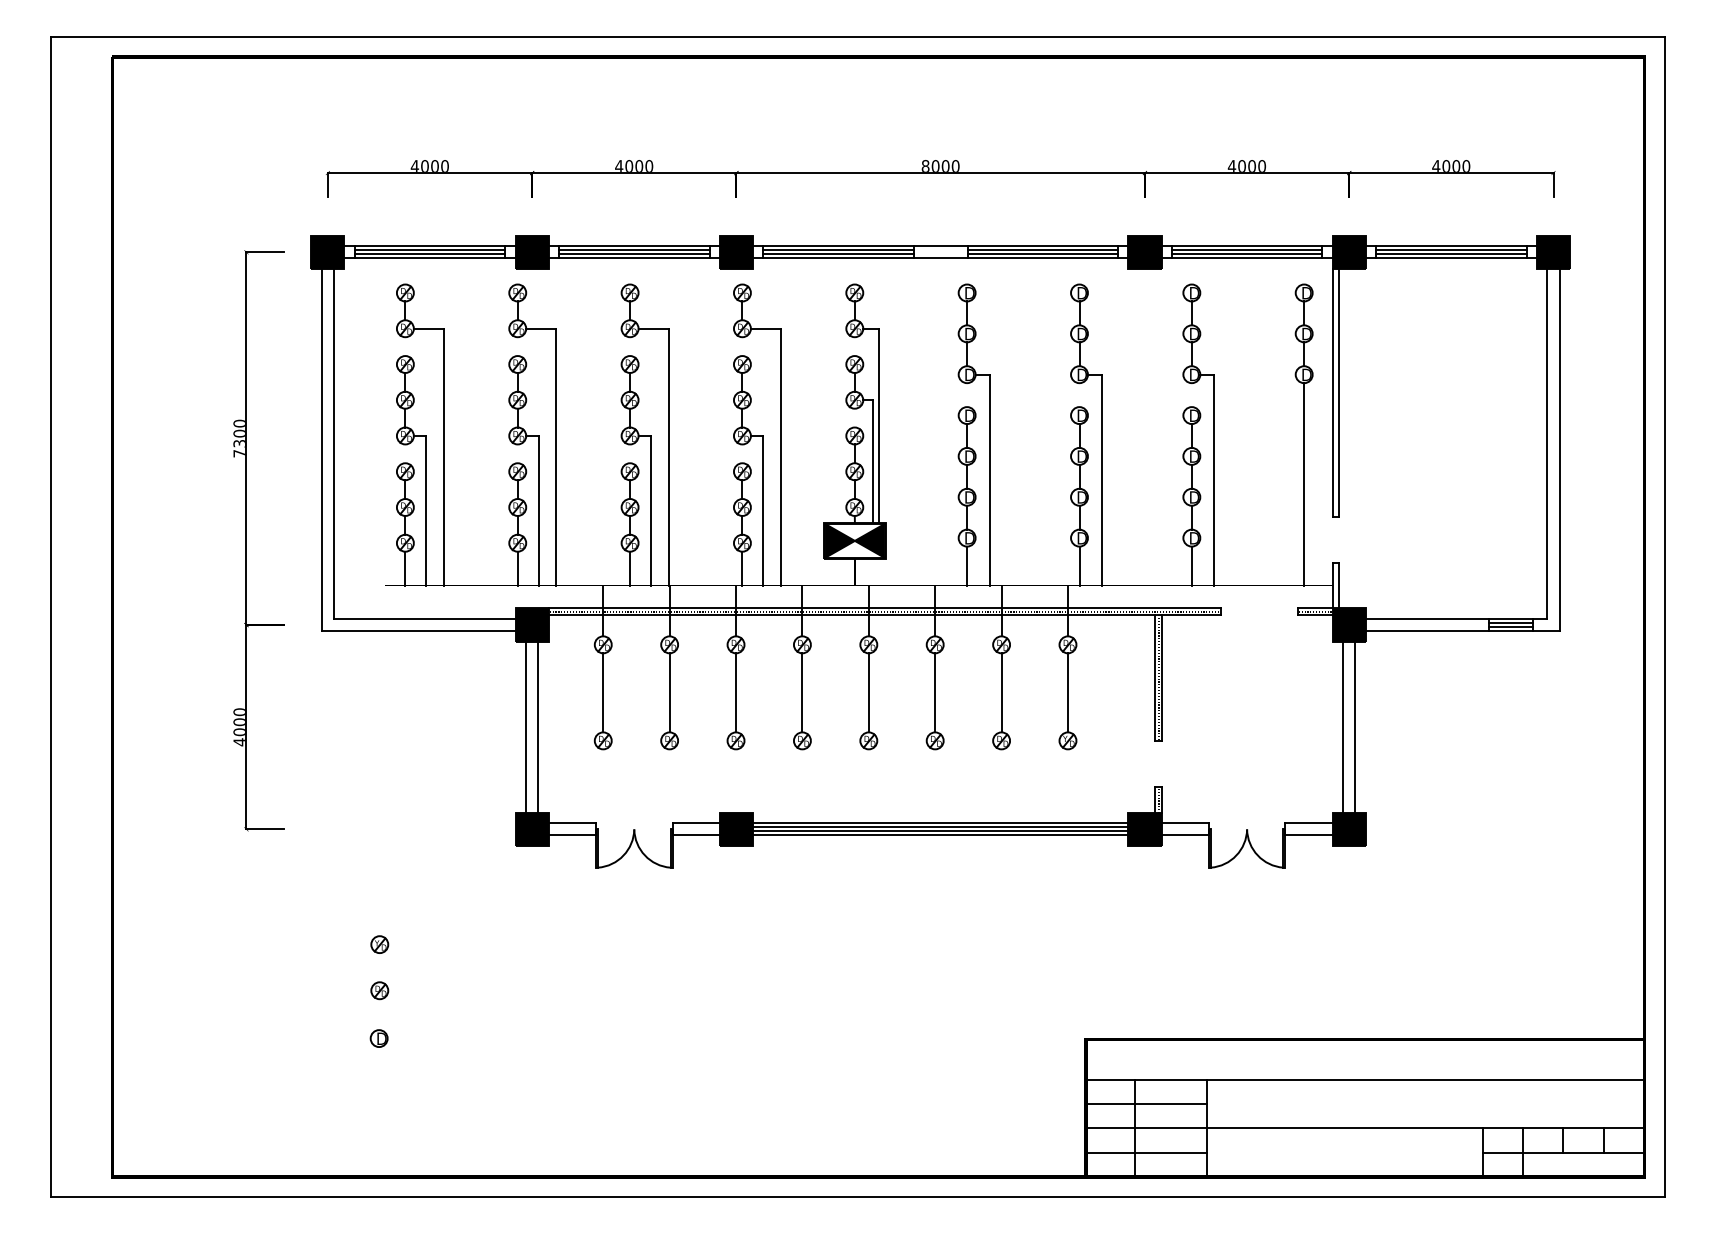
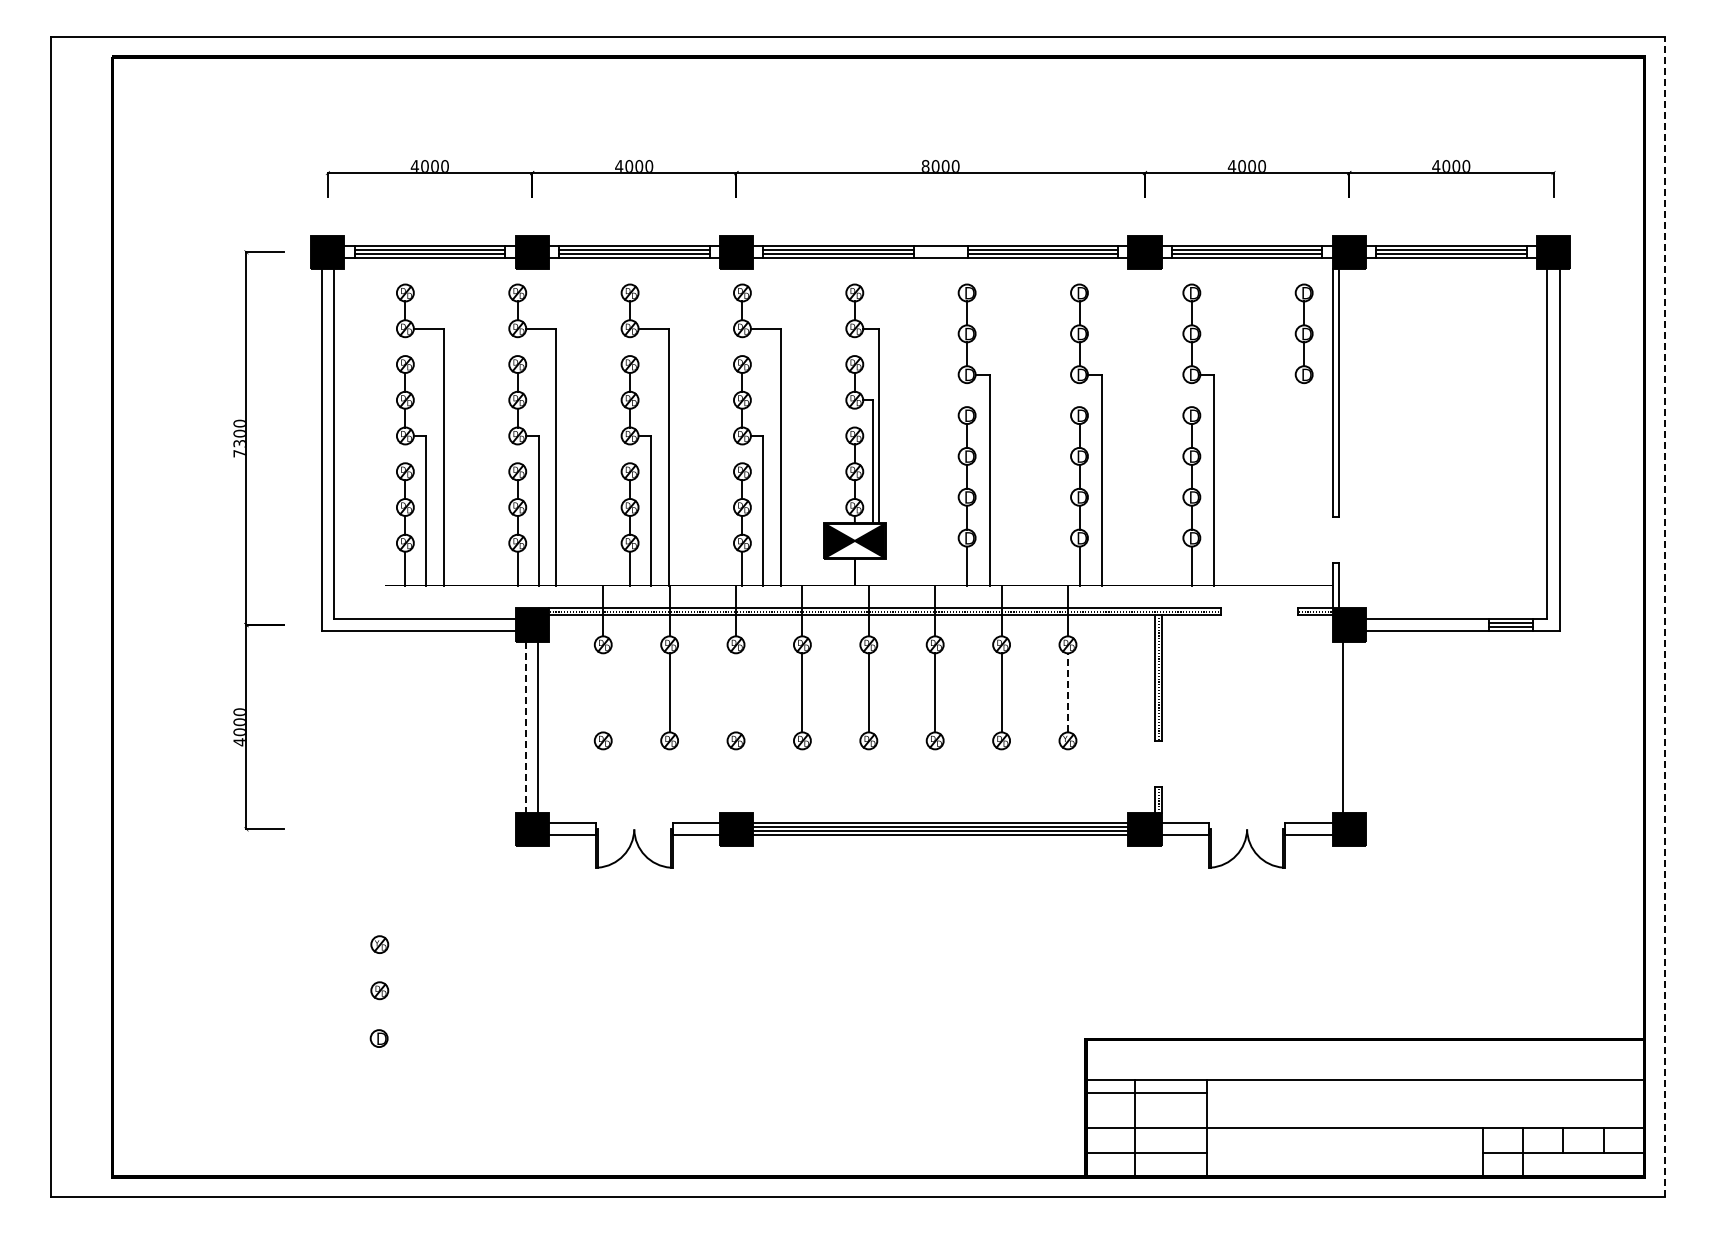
line at (1304, 484): present -> none
line at (1664, 616): solid -> dashed
line at (603, 692): present -> none
line at (736, 692): present -> none
line at (1067, 692): solid -> dashed
line at (1355, 726): present -> none
line at (526, 727): solid -> dashed
line at (1146, 1104) position: (1146, 1104) -> (1146, 1093)
